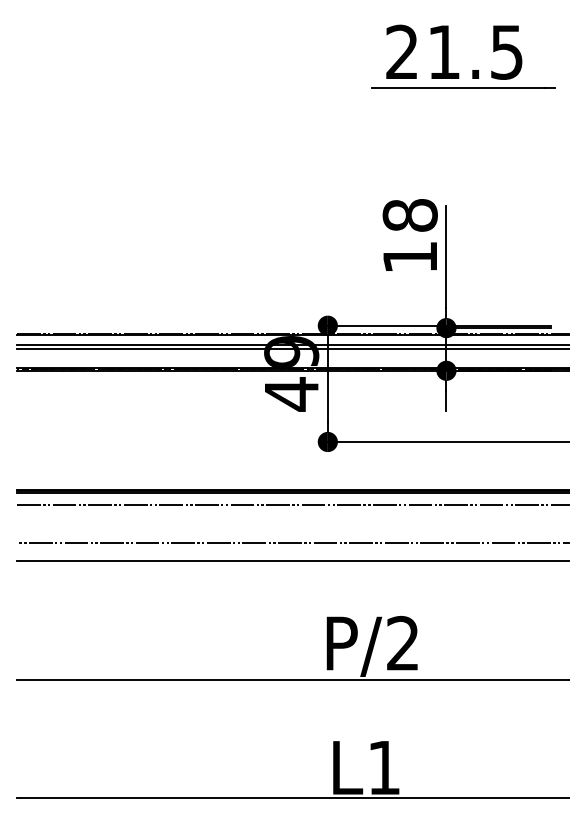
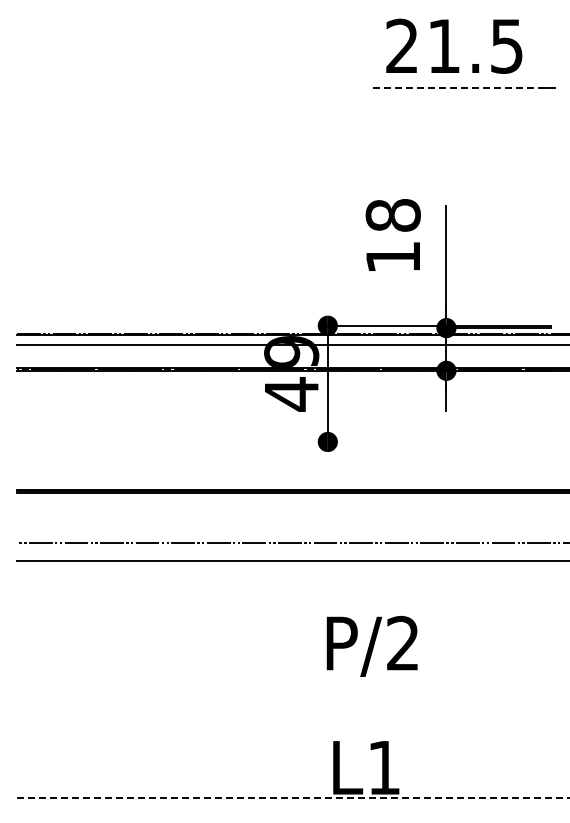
text at (454, 51) position: (454, 51) -> (454, 45)
line at (457, 88): solid -> dashed
text at (409, 234) position: (409, 234) -> (392, 234)
line at (291, 348): present -> none
line at (445, 441): present -> none
line at (291, 504): present -> none
line at (291, 679): present -> none
line at (293, 798): solid -> dashed
